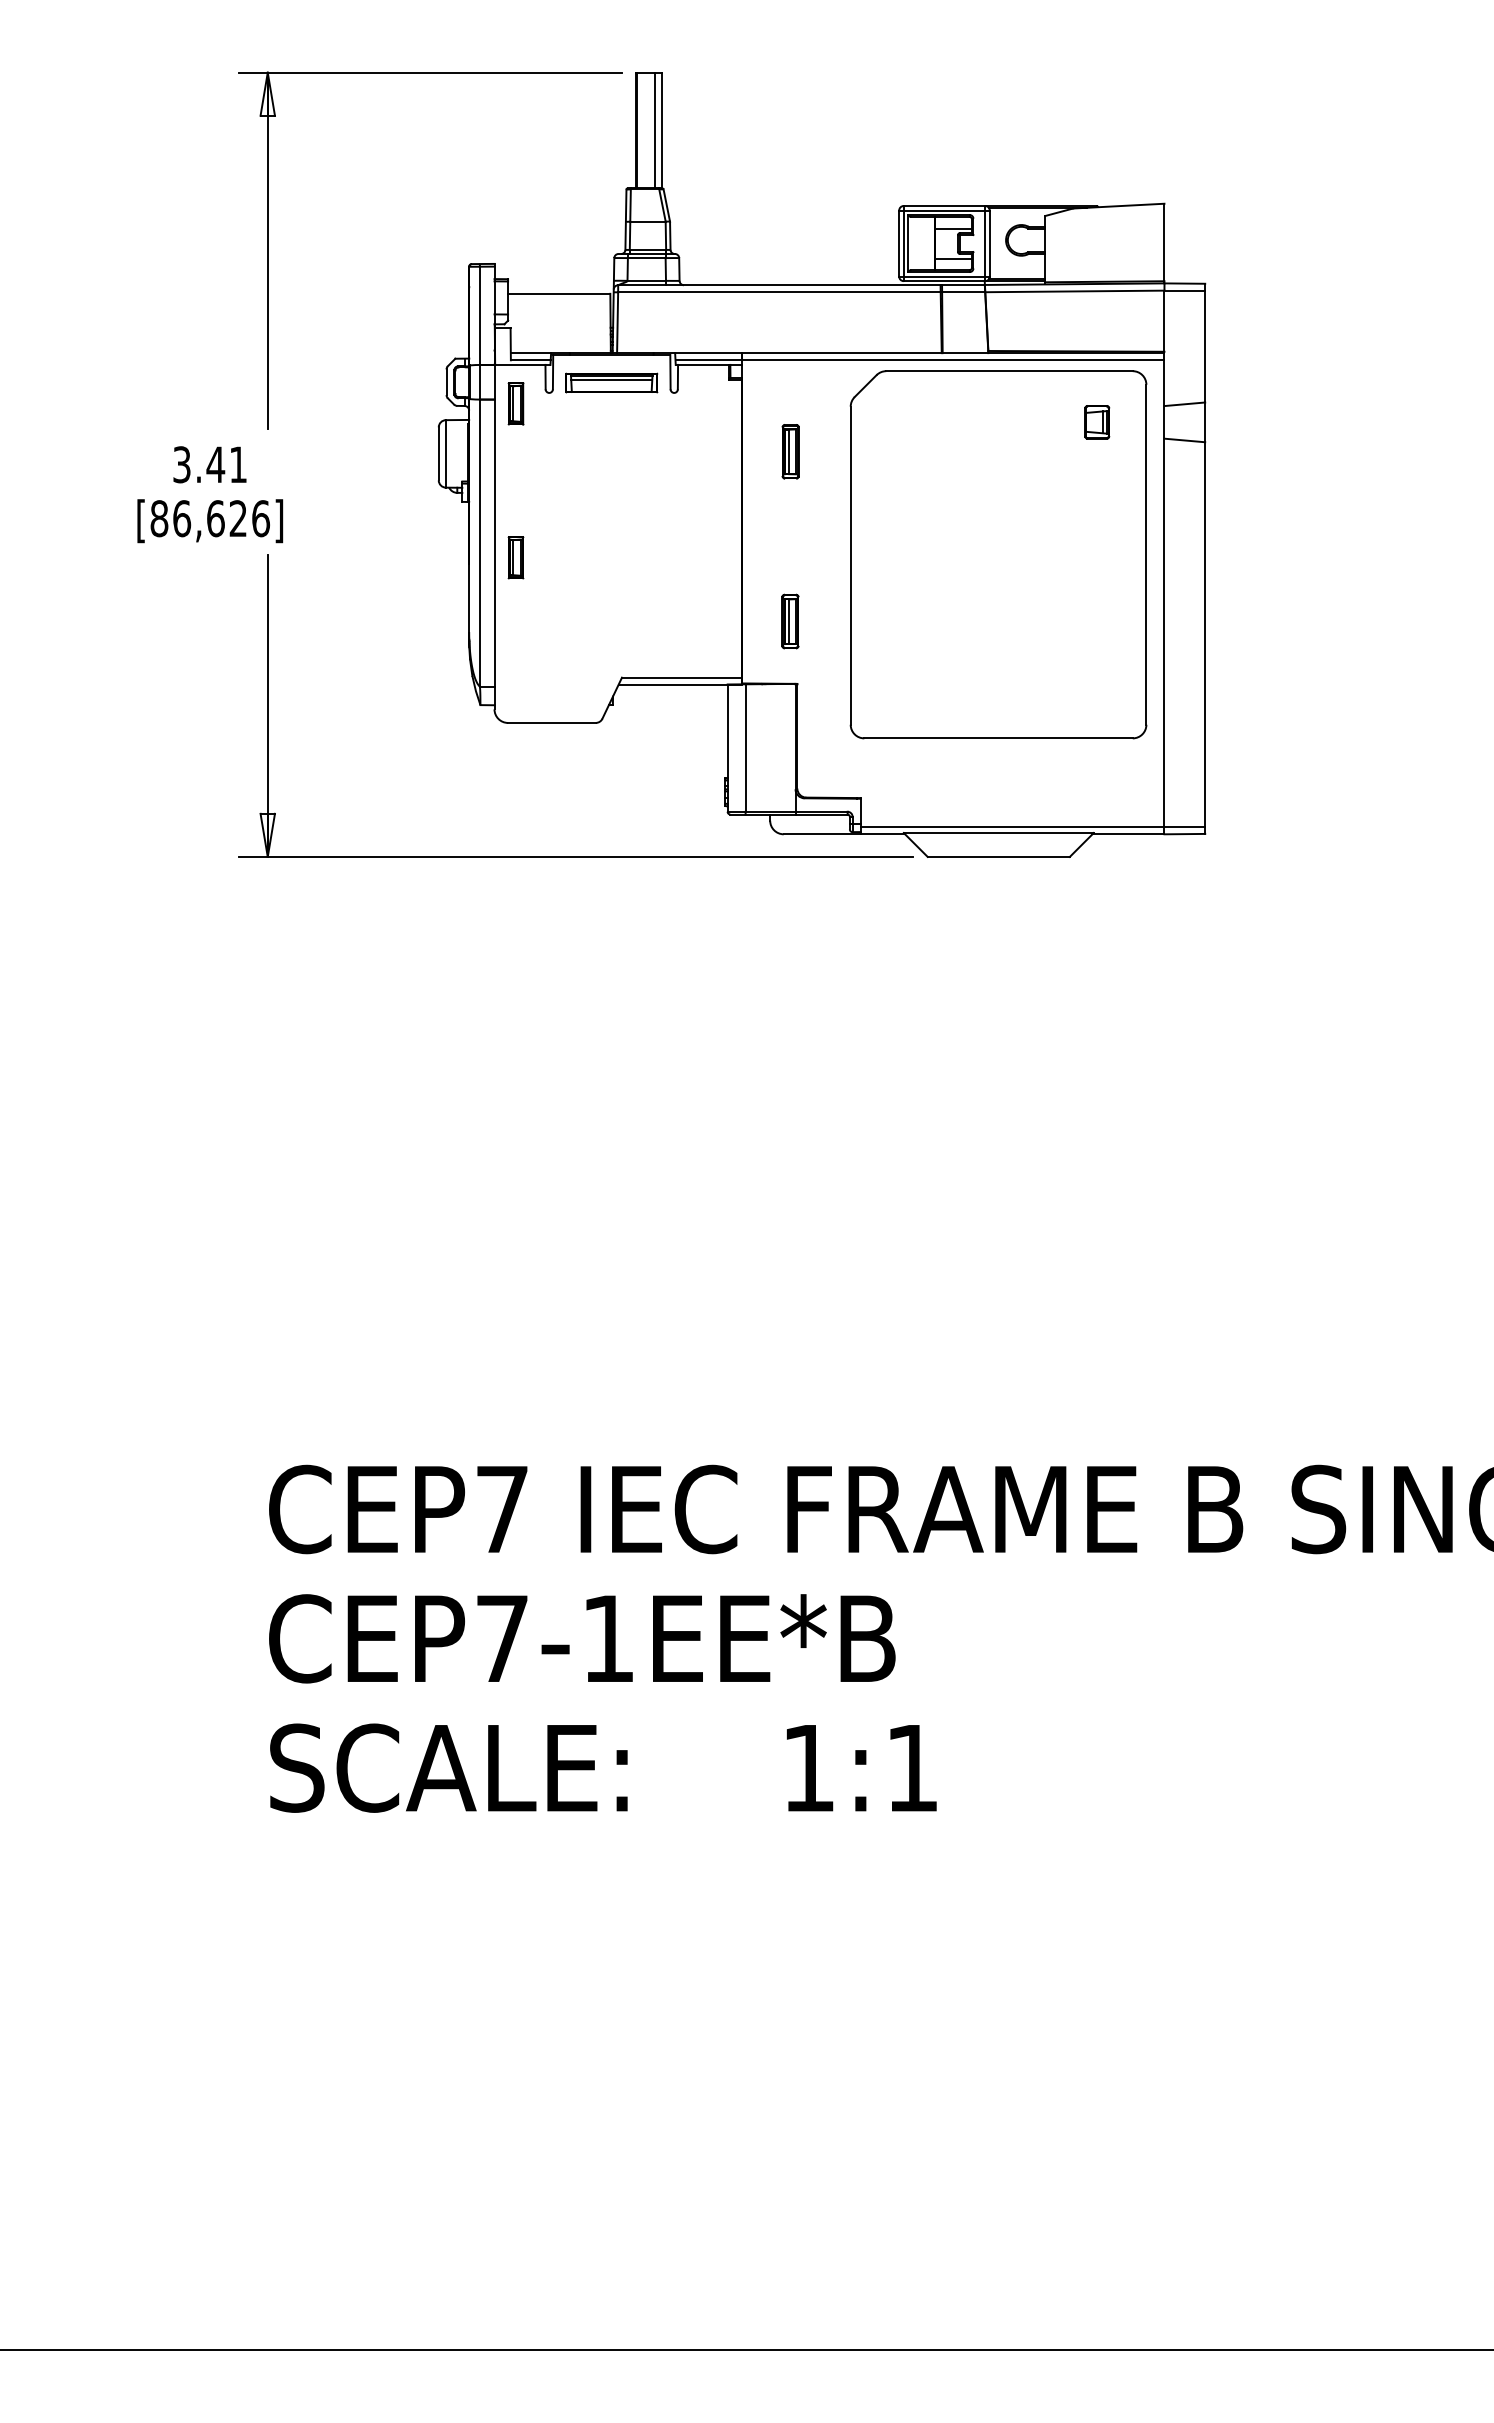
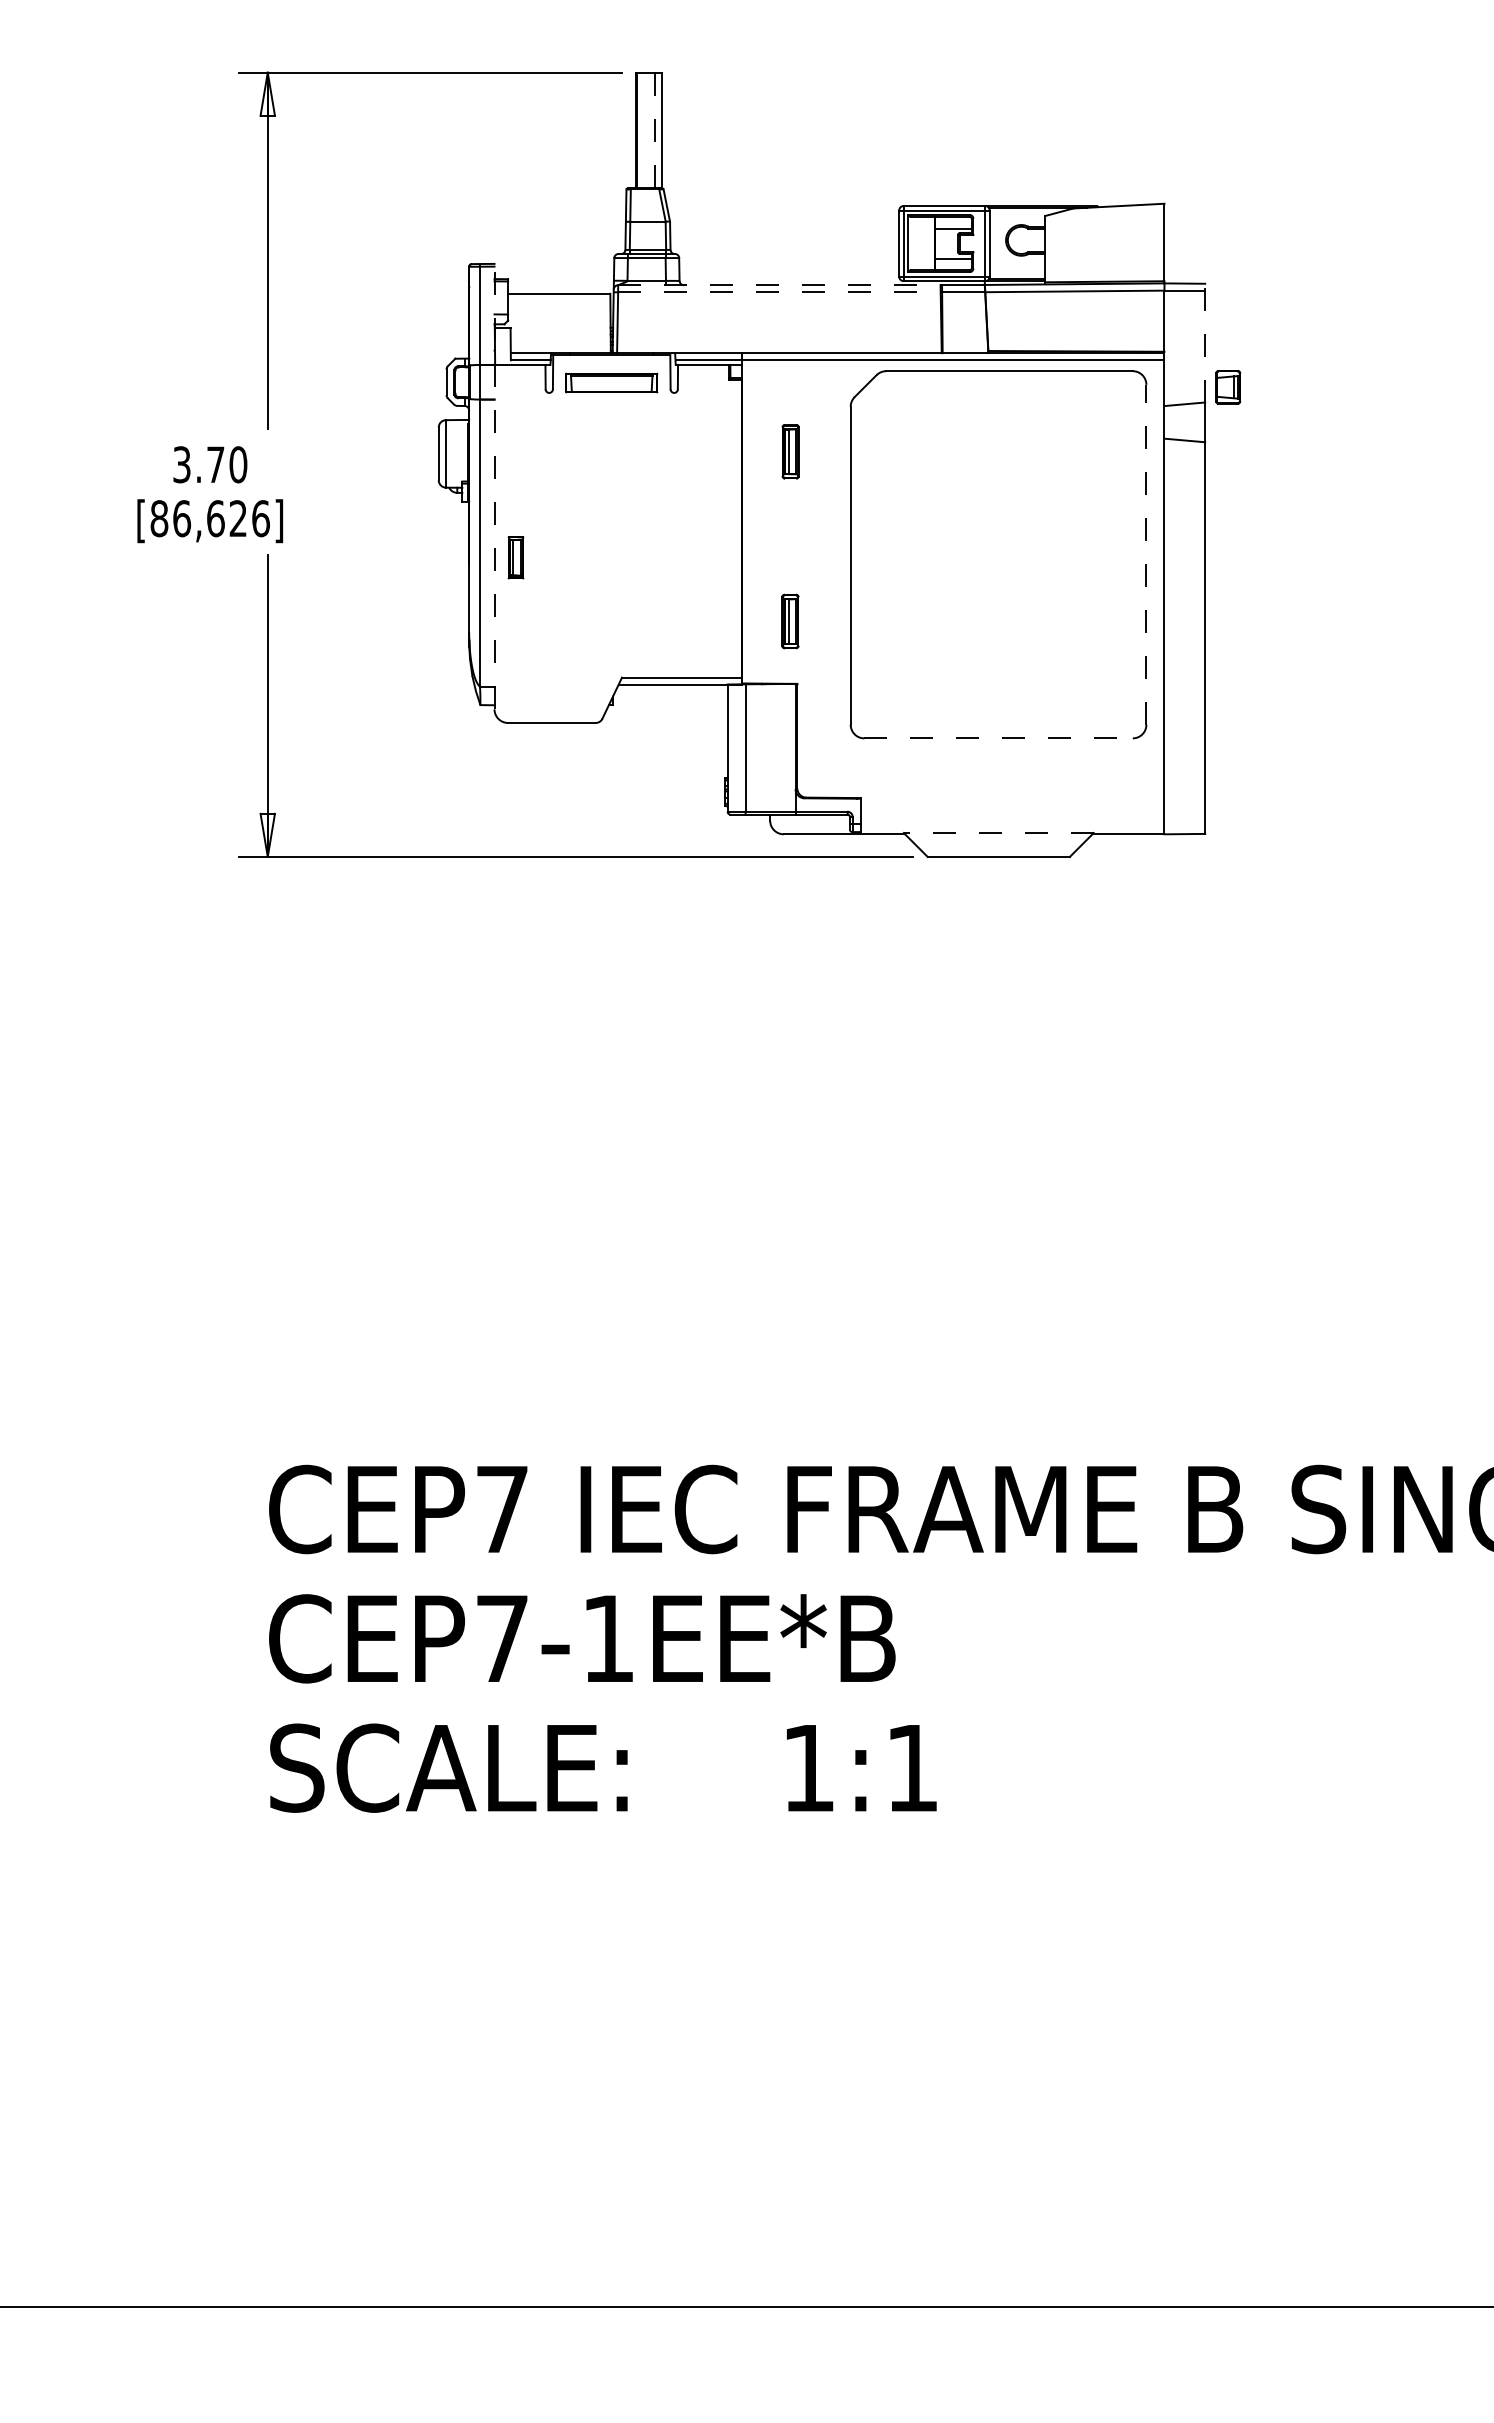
line at (655, 130): solid -> dashed
line at (779, 285): solid -> dashed
line at (779, 292): solid -> dashed
line at (1205, 342): solid -> dashed
line at (611, 380): present -> none
part at (515, 403): present -> none
part at (1097, 422) position: (1097, 422) -> (1228, 387)
text at (226, 464): 3.41 -> 3.70
line at (494, 486): solid -> dashed
line at (1146, 554): solid -> dashed
line at (999, 738): solid -> dashed
line at (1032, 827): present -> none
line at (998, 833): solid -> dashed
line at (746, 2350) position: (746, 2350) -> (746, 2307)
